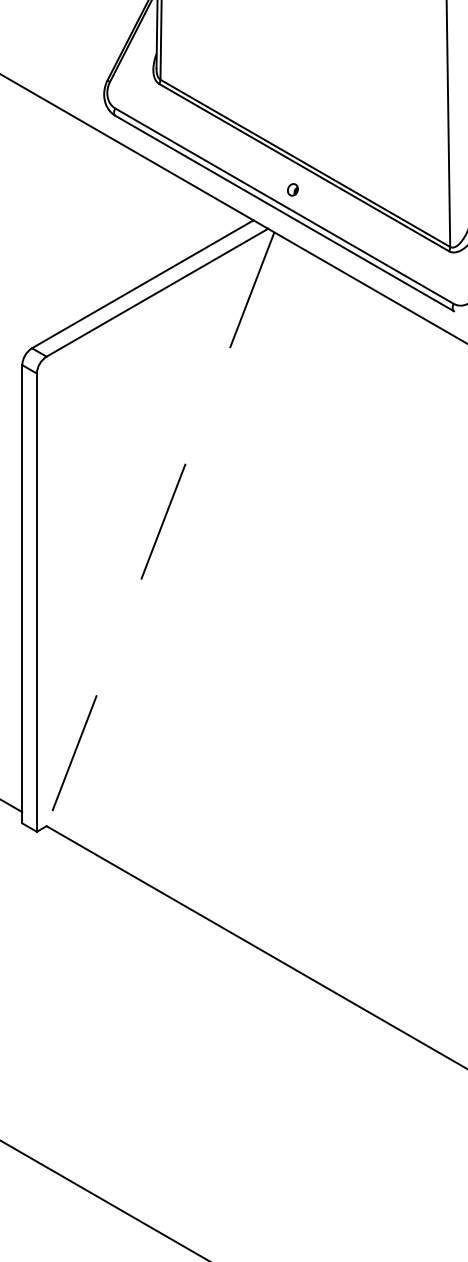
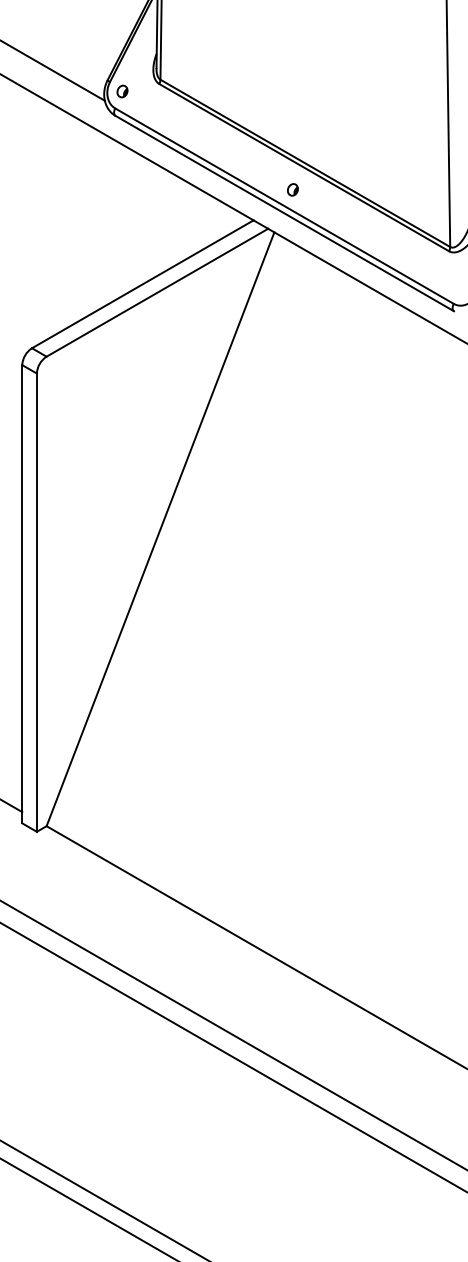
line at (53, 70): none -> present
part at (122, 91): none -> present
line at (160, 529): dashed -> solid
line at (233, 1034): none -> present
line at (233, 1056): none -> present
line at (87, 1208): none -> present
